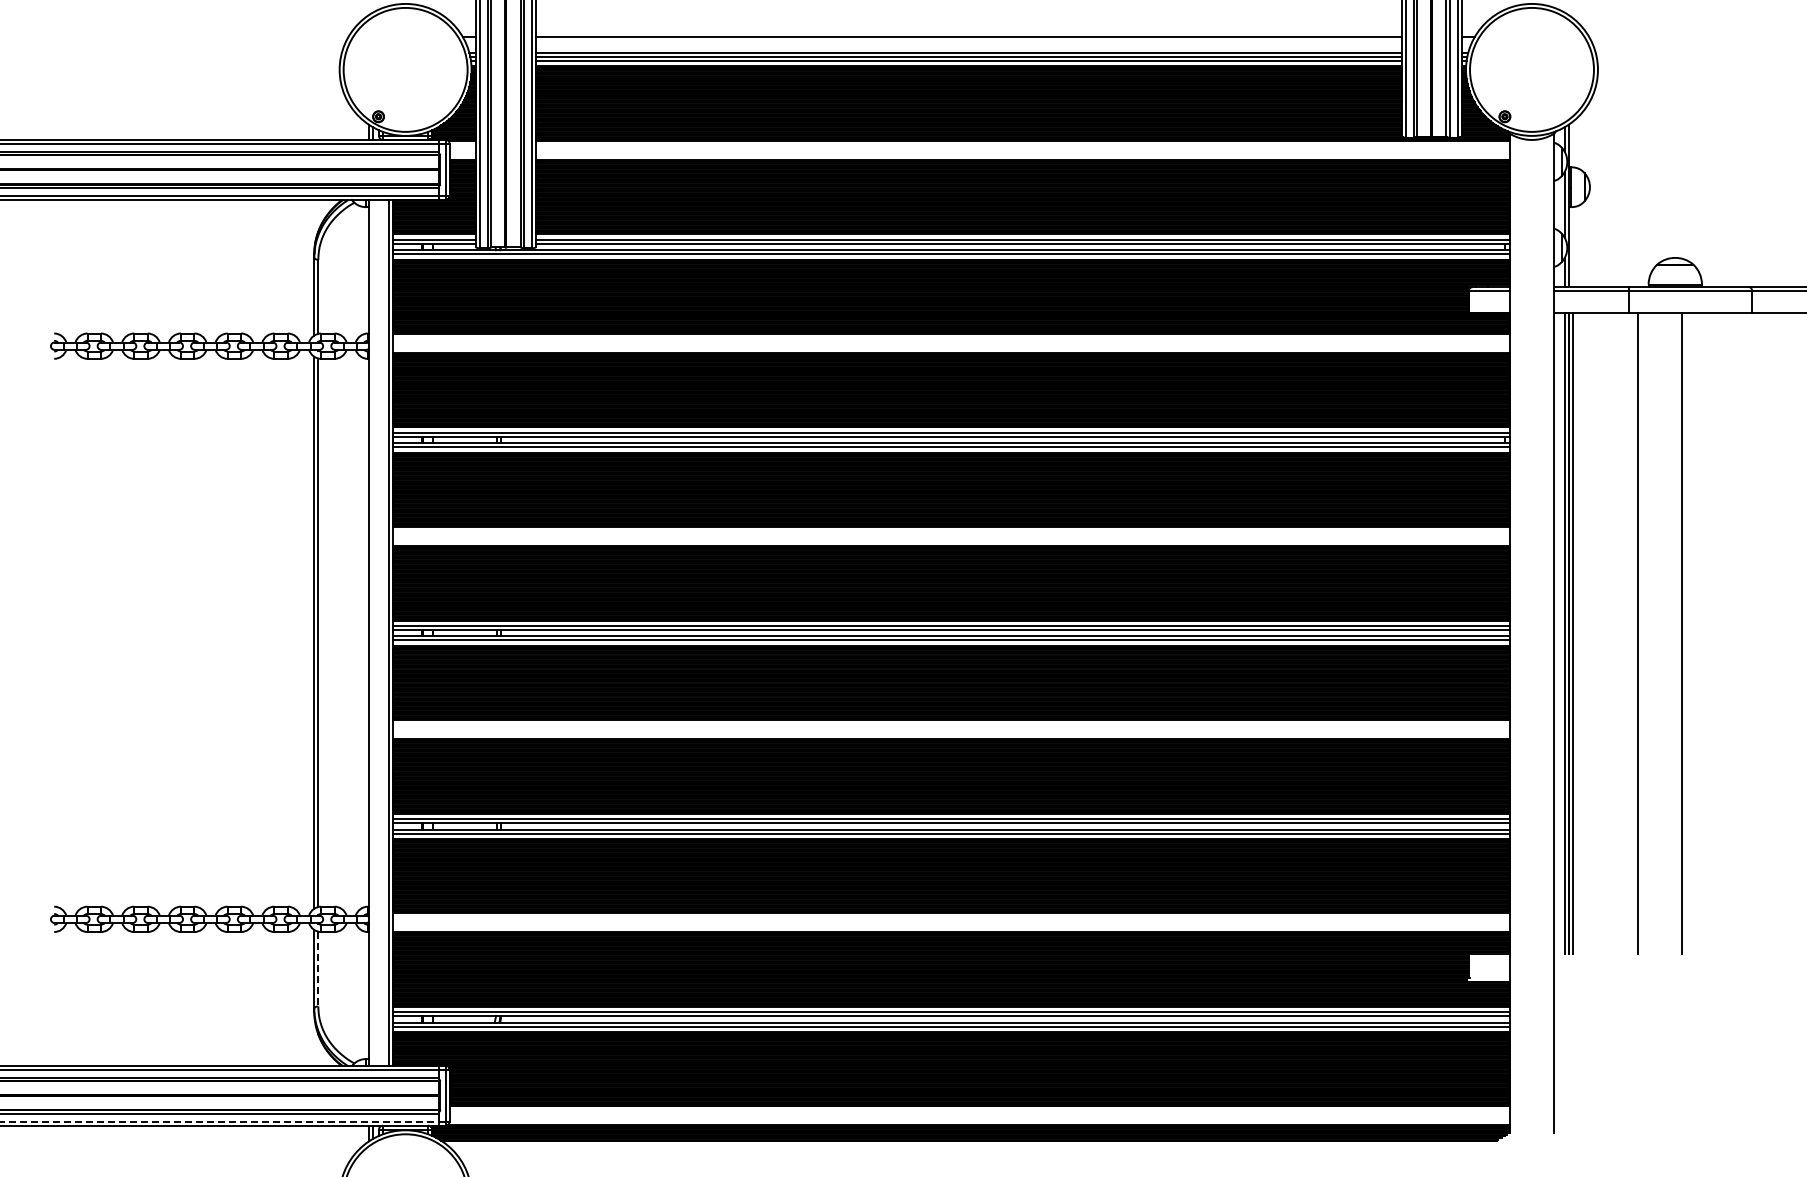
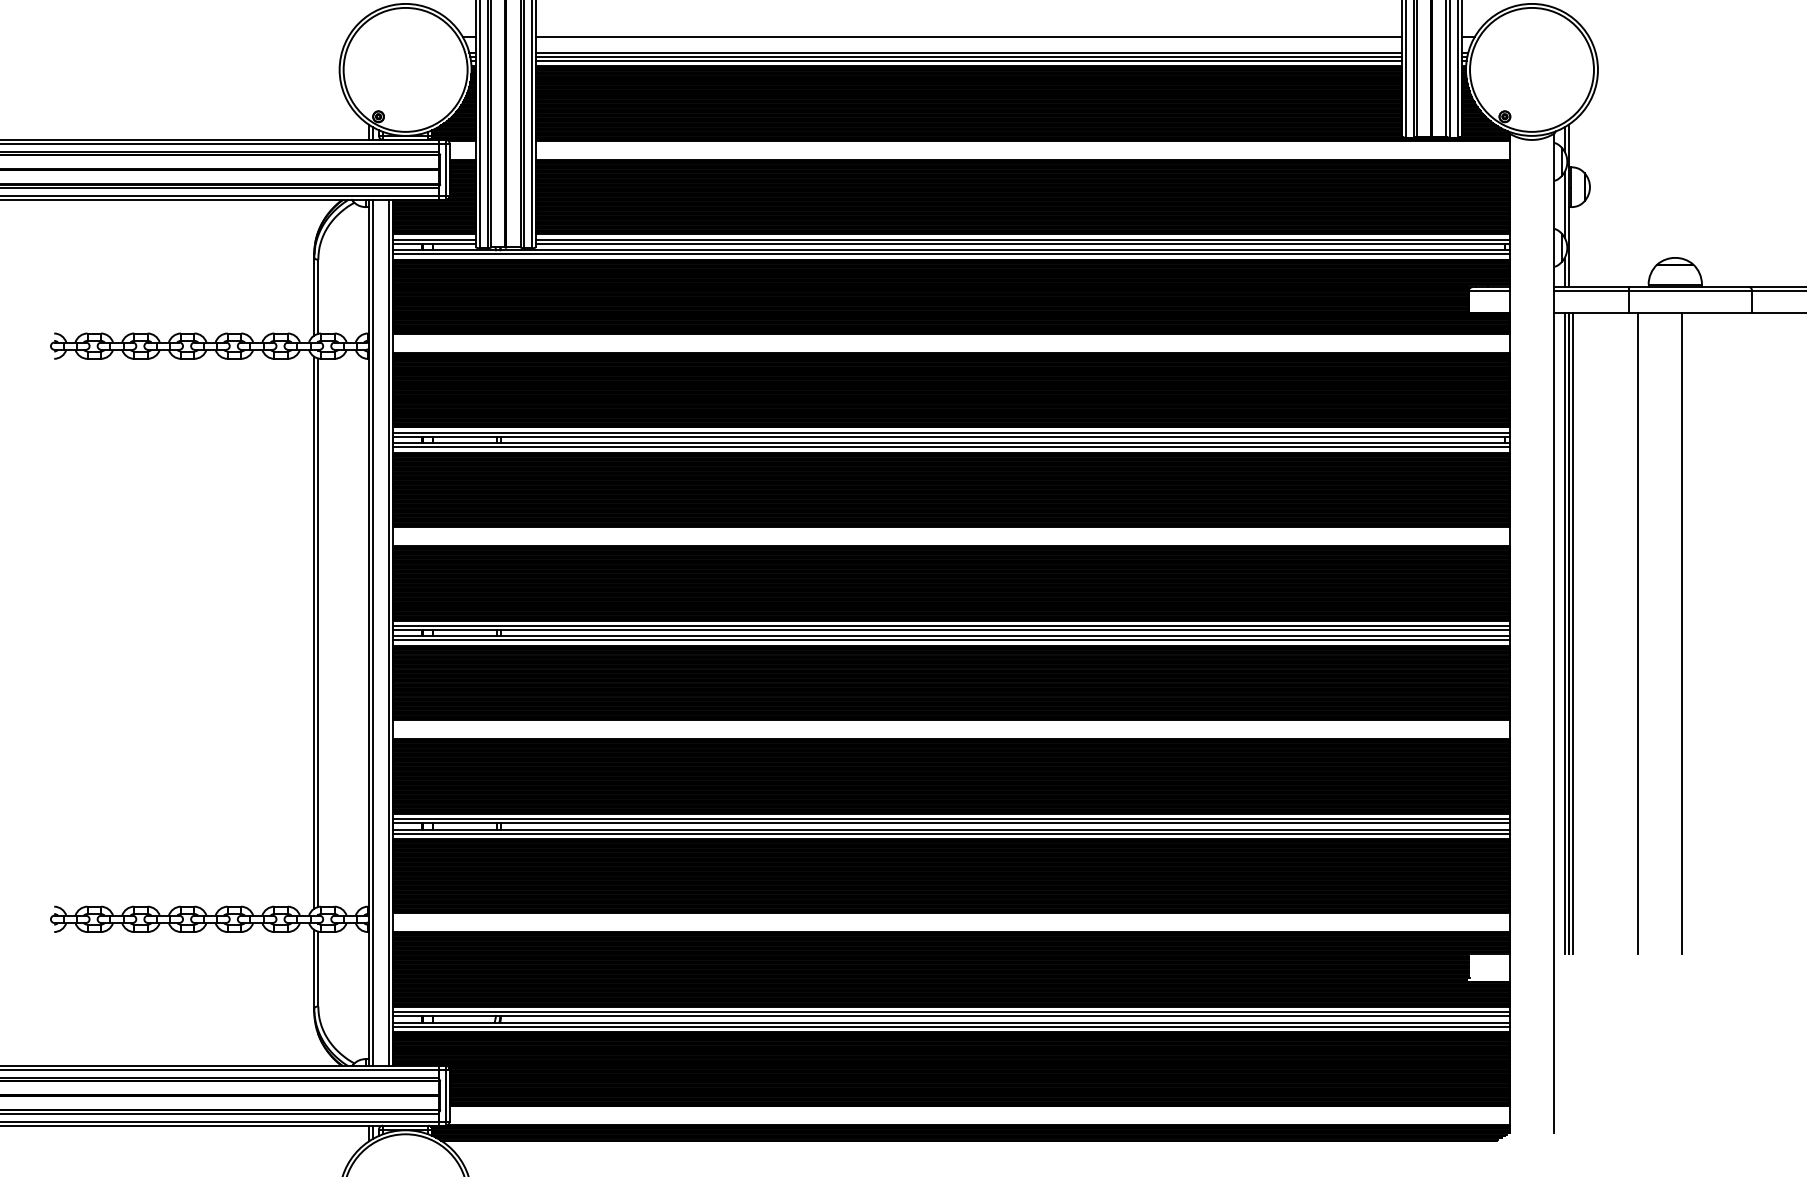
line at (372, 632): none -> present
line at (318, 969): dashed -> solid
line at (220, 1121): dashed -> solid
